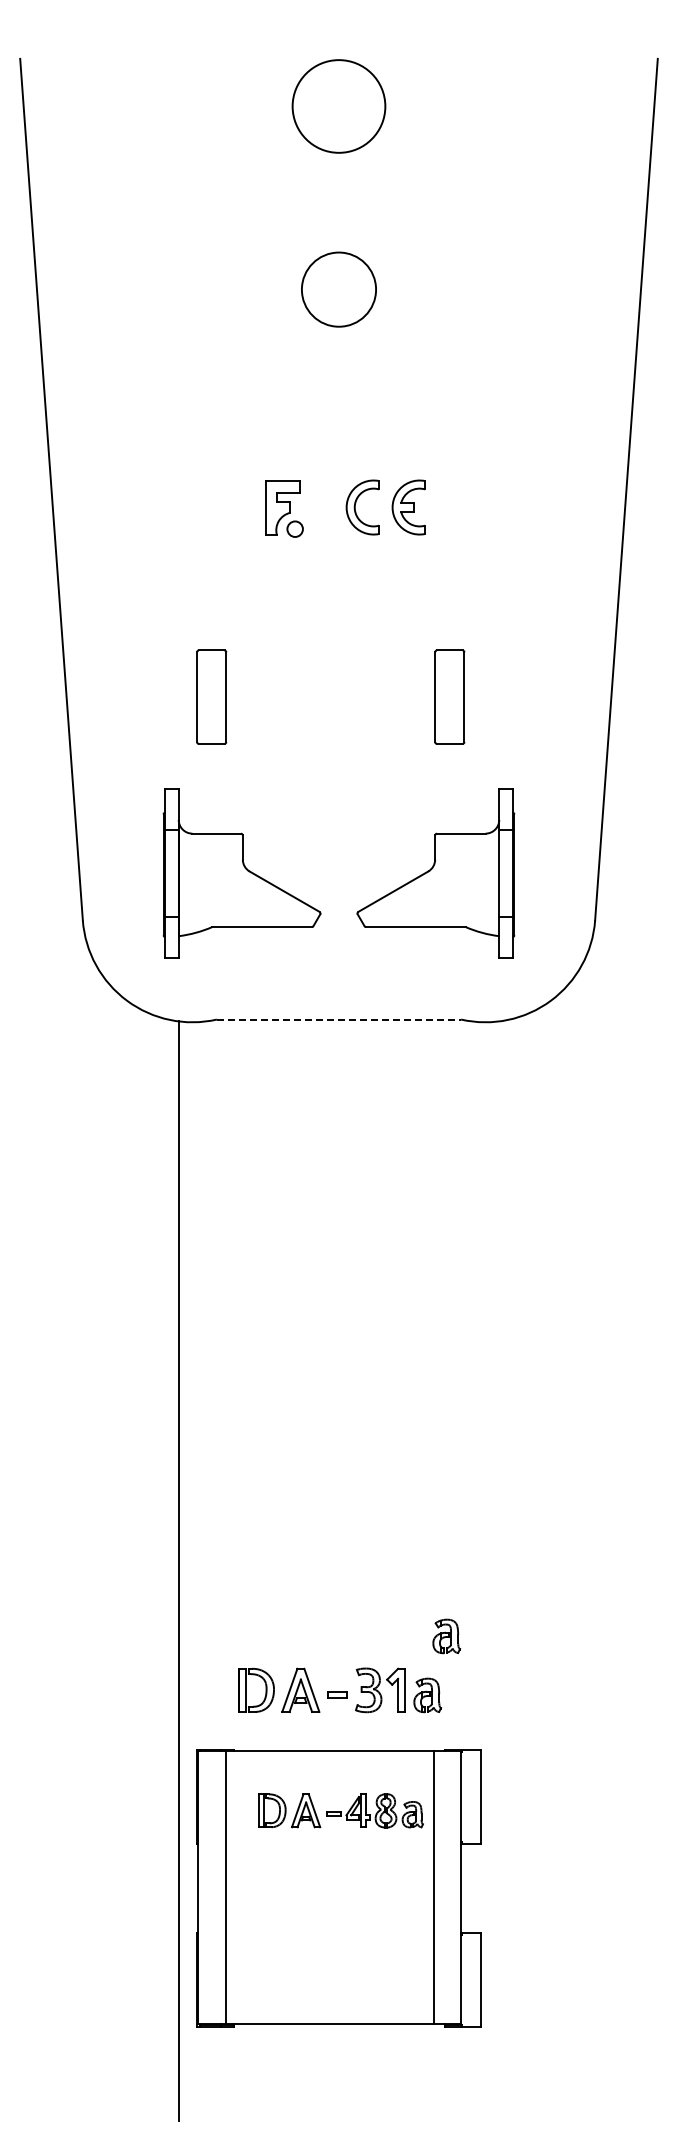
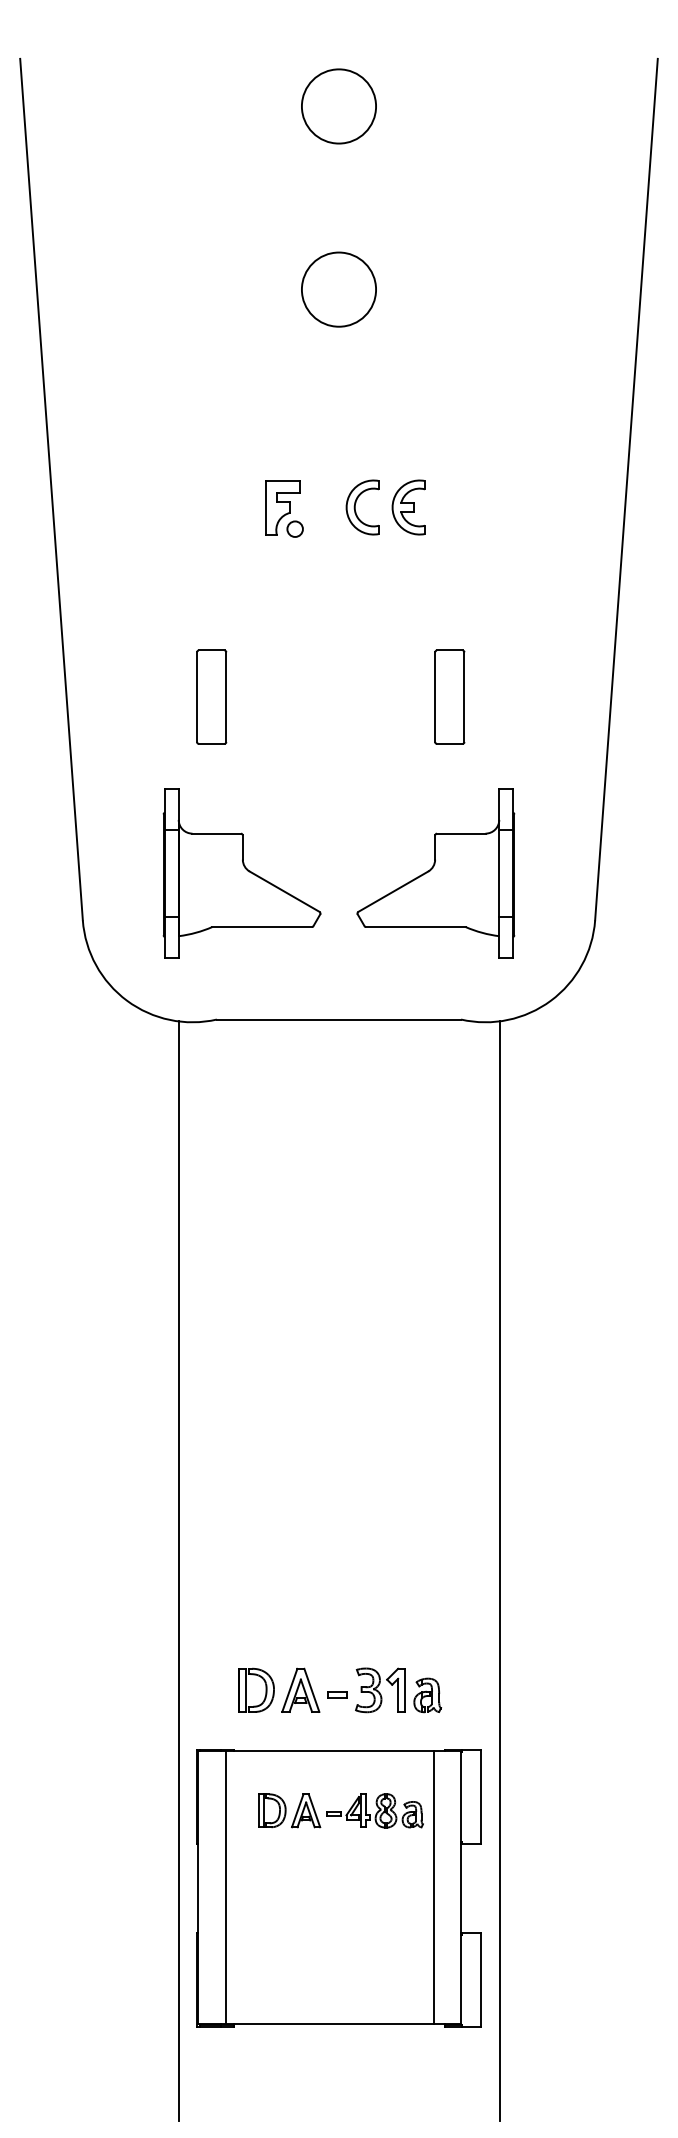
circle at (338, 106) diameter: 93 px -> 74 px
line at (339, 1019): dashed -> solid
line at (499, 1571): none -> present
part at (446, 1636): present -> none
